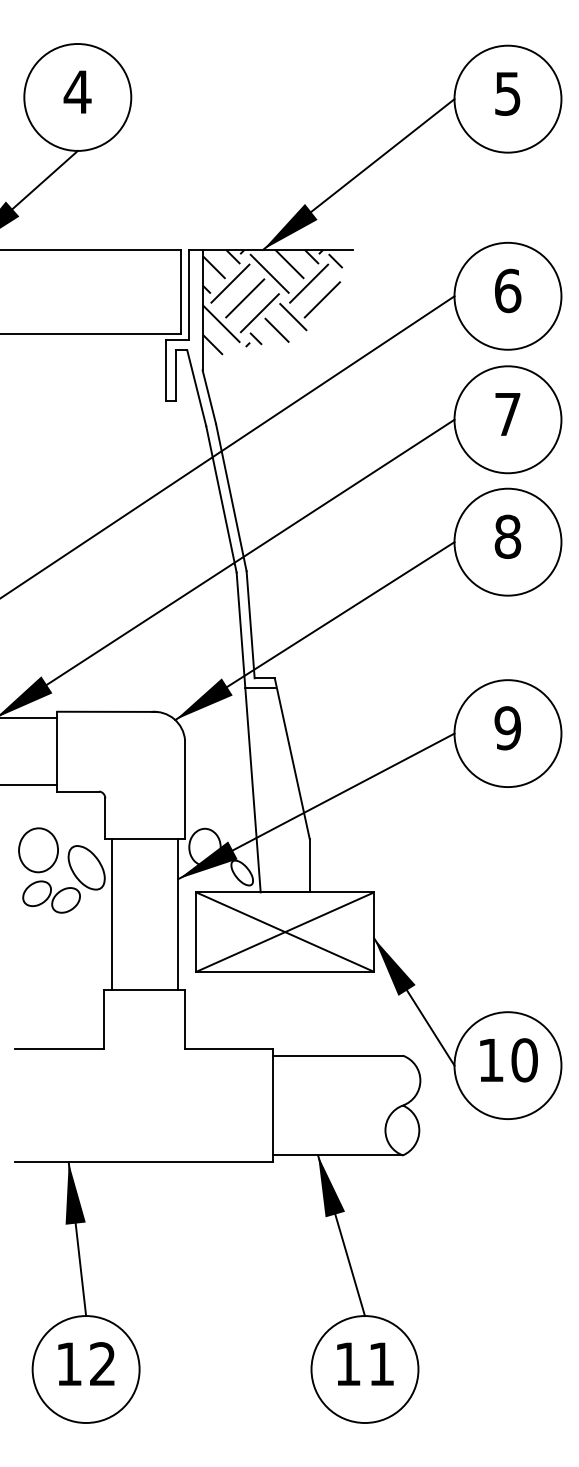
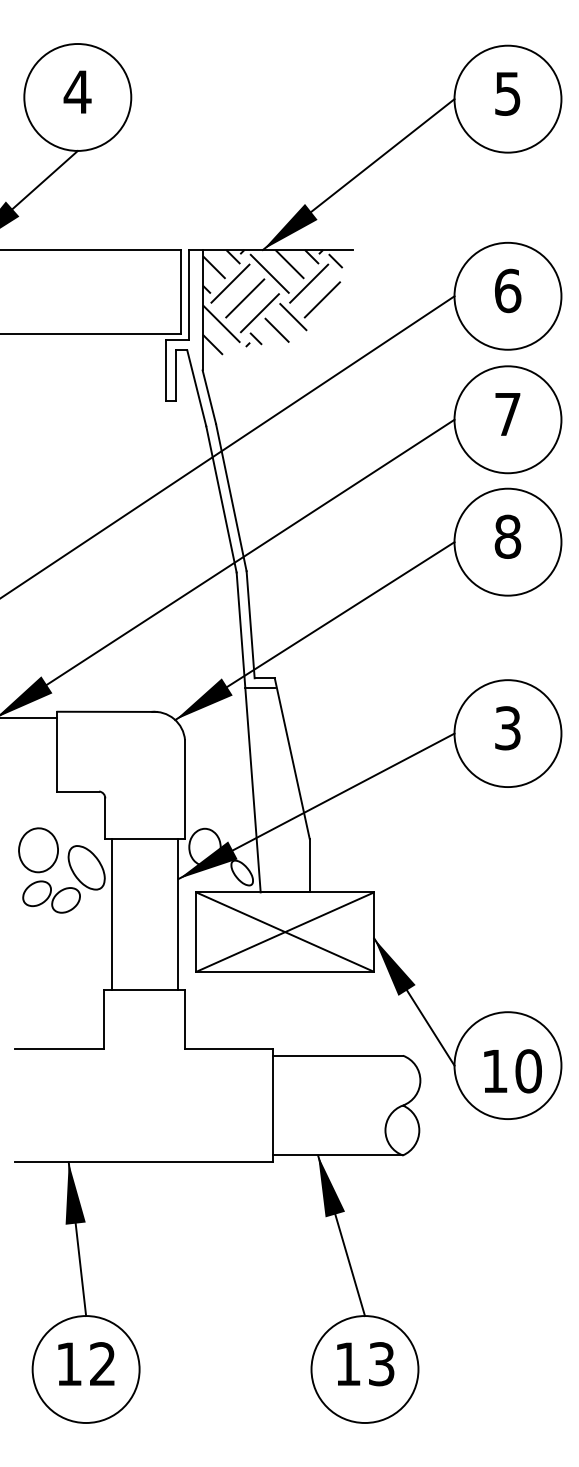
text at (507, 728): 9 -> 3
line at (29, 784): present -> none
text at (508, 1060) position: (508, 1060) -> (512, 1071)
text at (381, 1364): 11 -> 13
